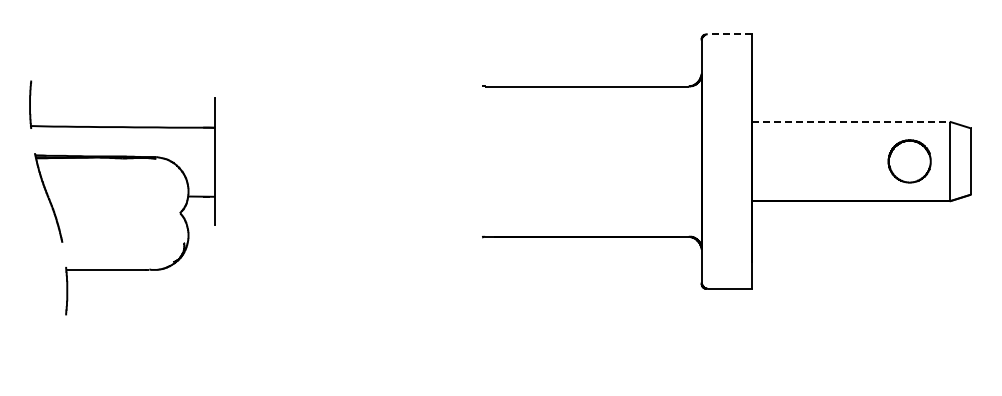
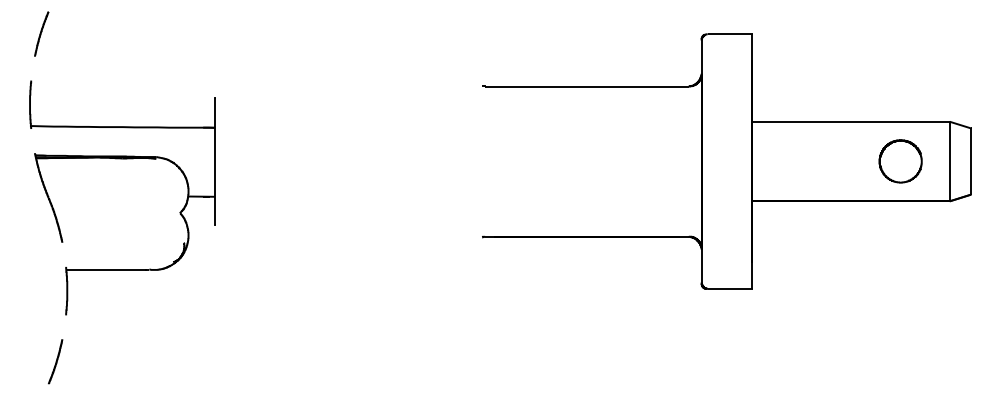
line at (41, 33): none -> present
line at (729, 34): dashed -> solid
line at (851, 121): dashed -> solid
part at (909, 161) position: (909, 161) -> (900, 161)
line at (55, 361): none -> present
